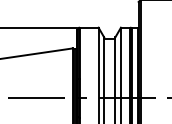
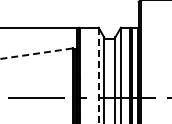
line at (36, 53): solid -> dashed
line at (98, 75): solid -> dashed
